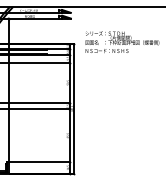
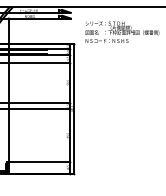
text at (122, 41) position: (122, 41) -> (122, 31)
